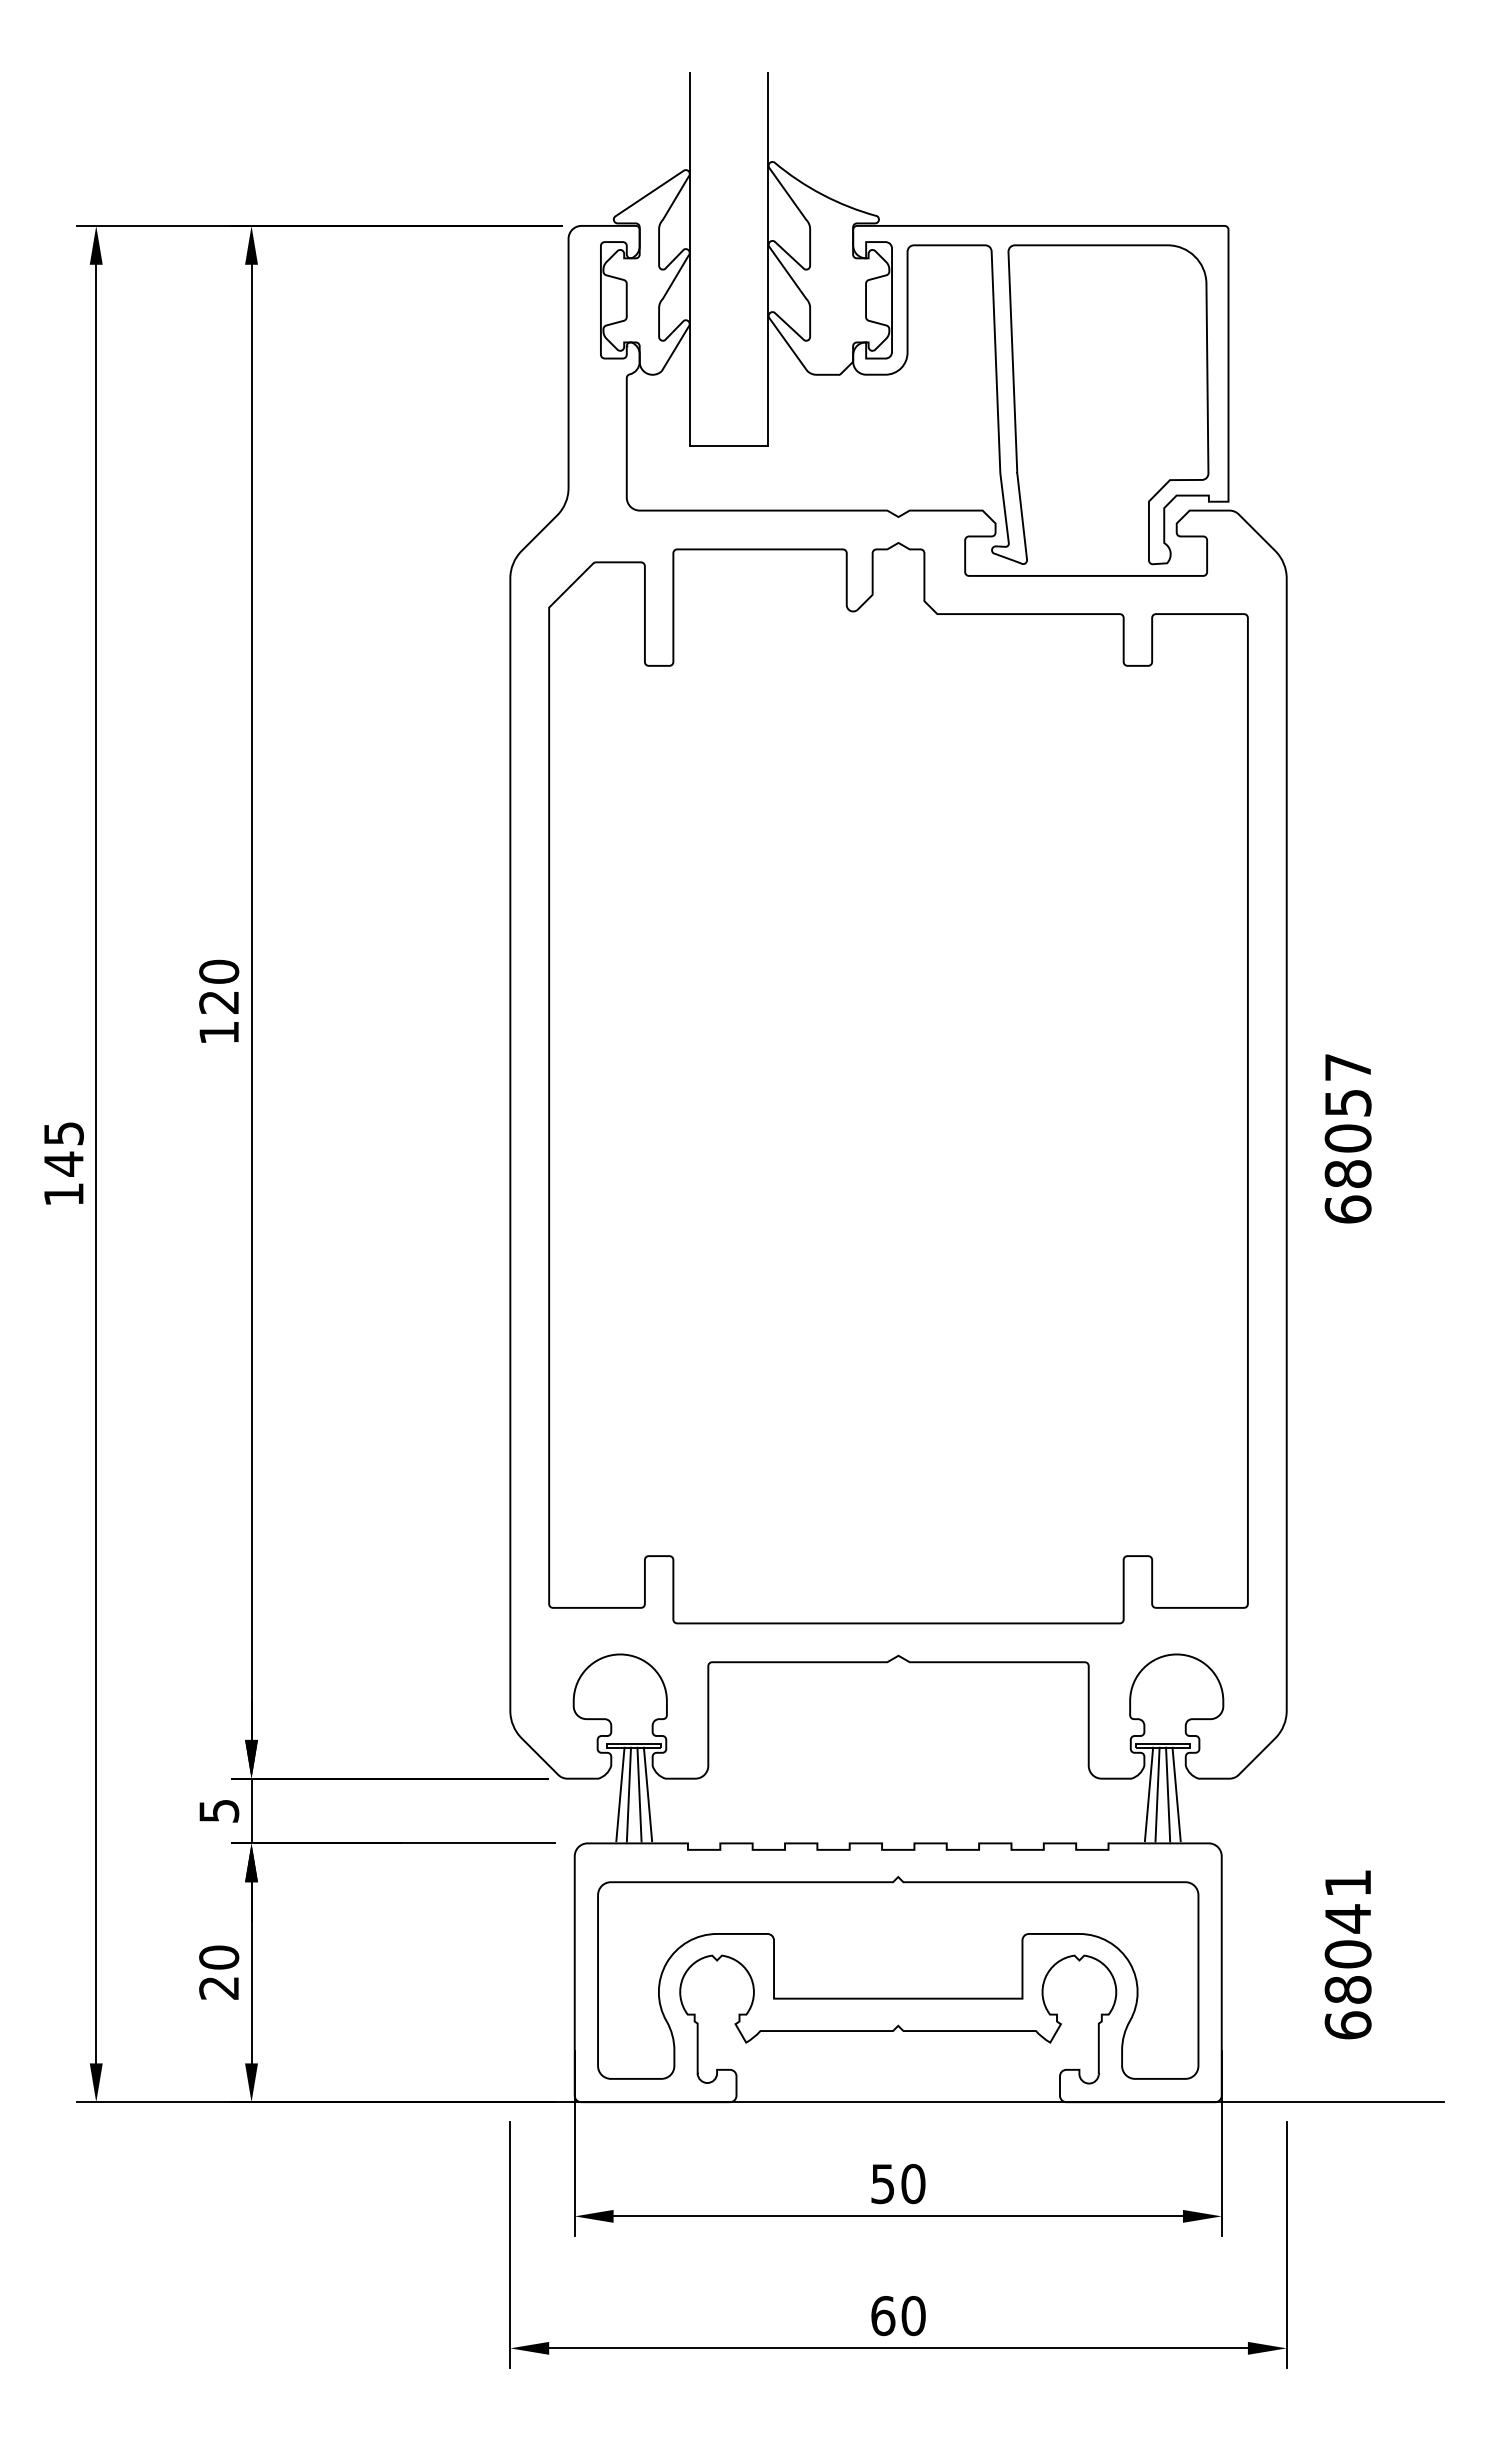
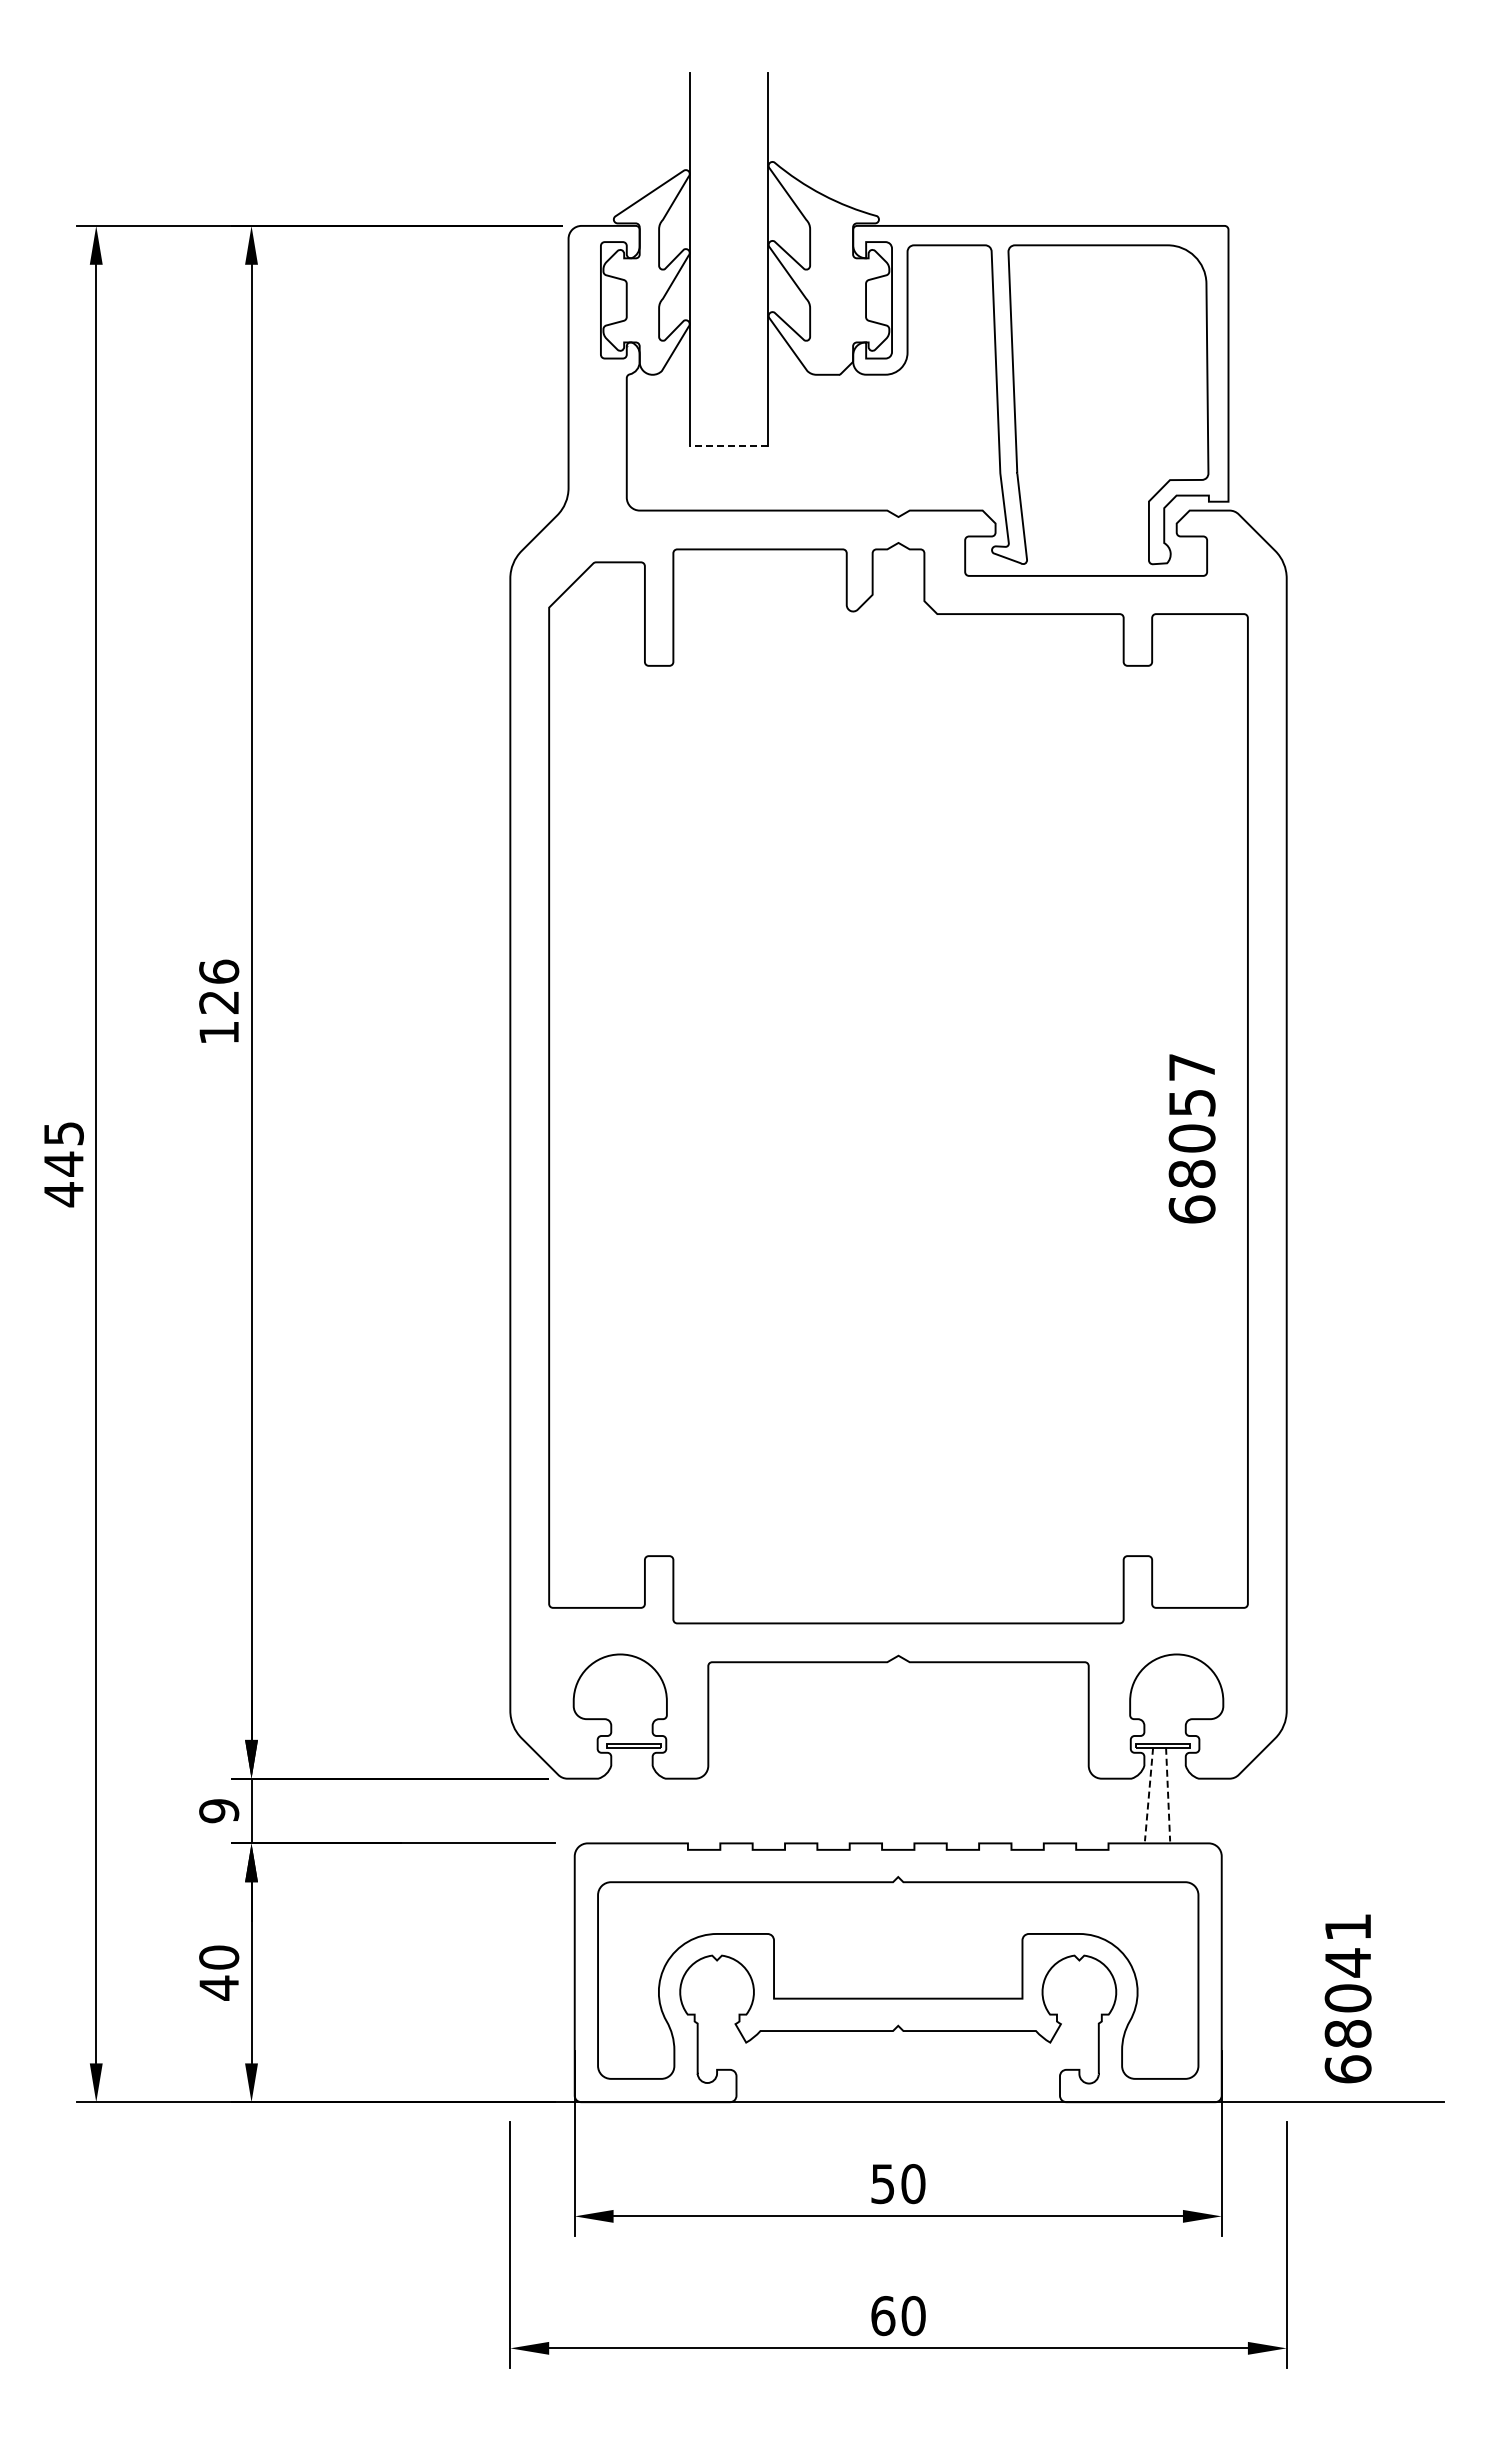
line at (729, 445): solid -> dashed
text at (219, 971): 120 -> 126
text at (1347, 1138) position: (1347, 1138) -> (1191, 1138)
text at (63, 1194): 145 -> 445
line at (620, 1794): present -> none
line at (628, 1794): present -> none
line at (639, 1794): present -> none
line at (647, 1794): present -> none
line at (1149, 1794): solid -> dashed
line at (1157, 1794): present -> none
line at (1168, 1794): solid -> dashed
line at (1176, 1794): present -> none
text at (219, 1811): 5 -> 9
text at (1347, 1954) position: (1347, 1954) -> (1347, 1998)
text at (218, 1987): 20 -> 40
